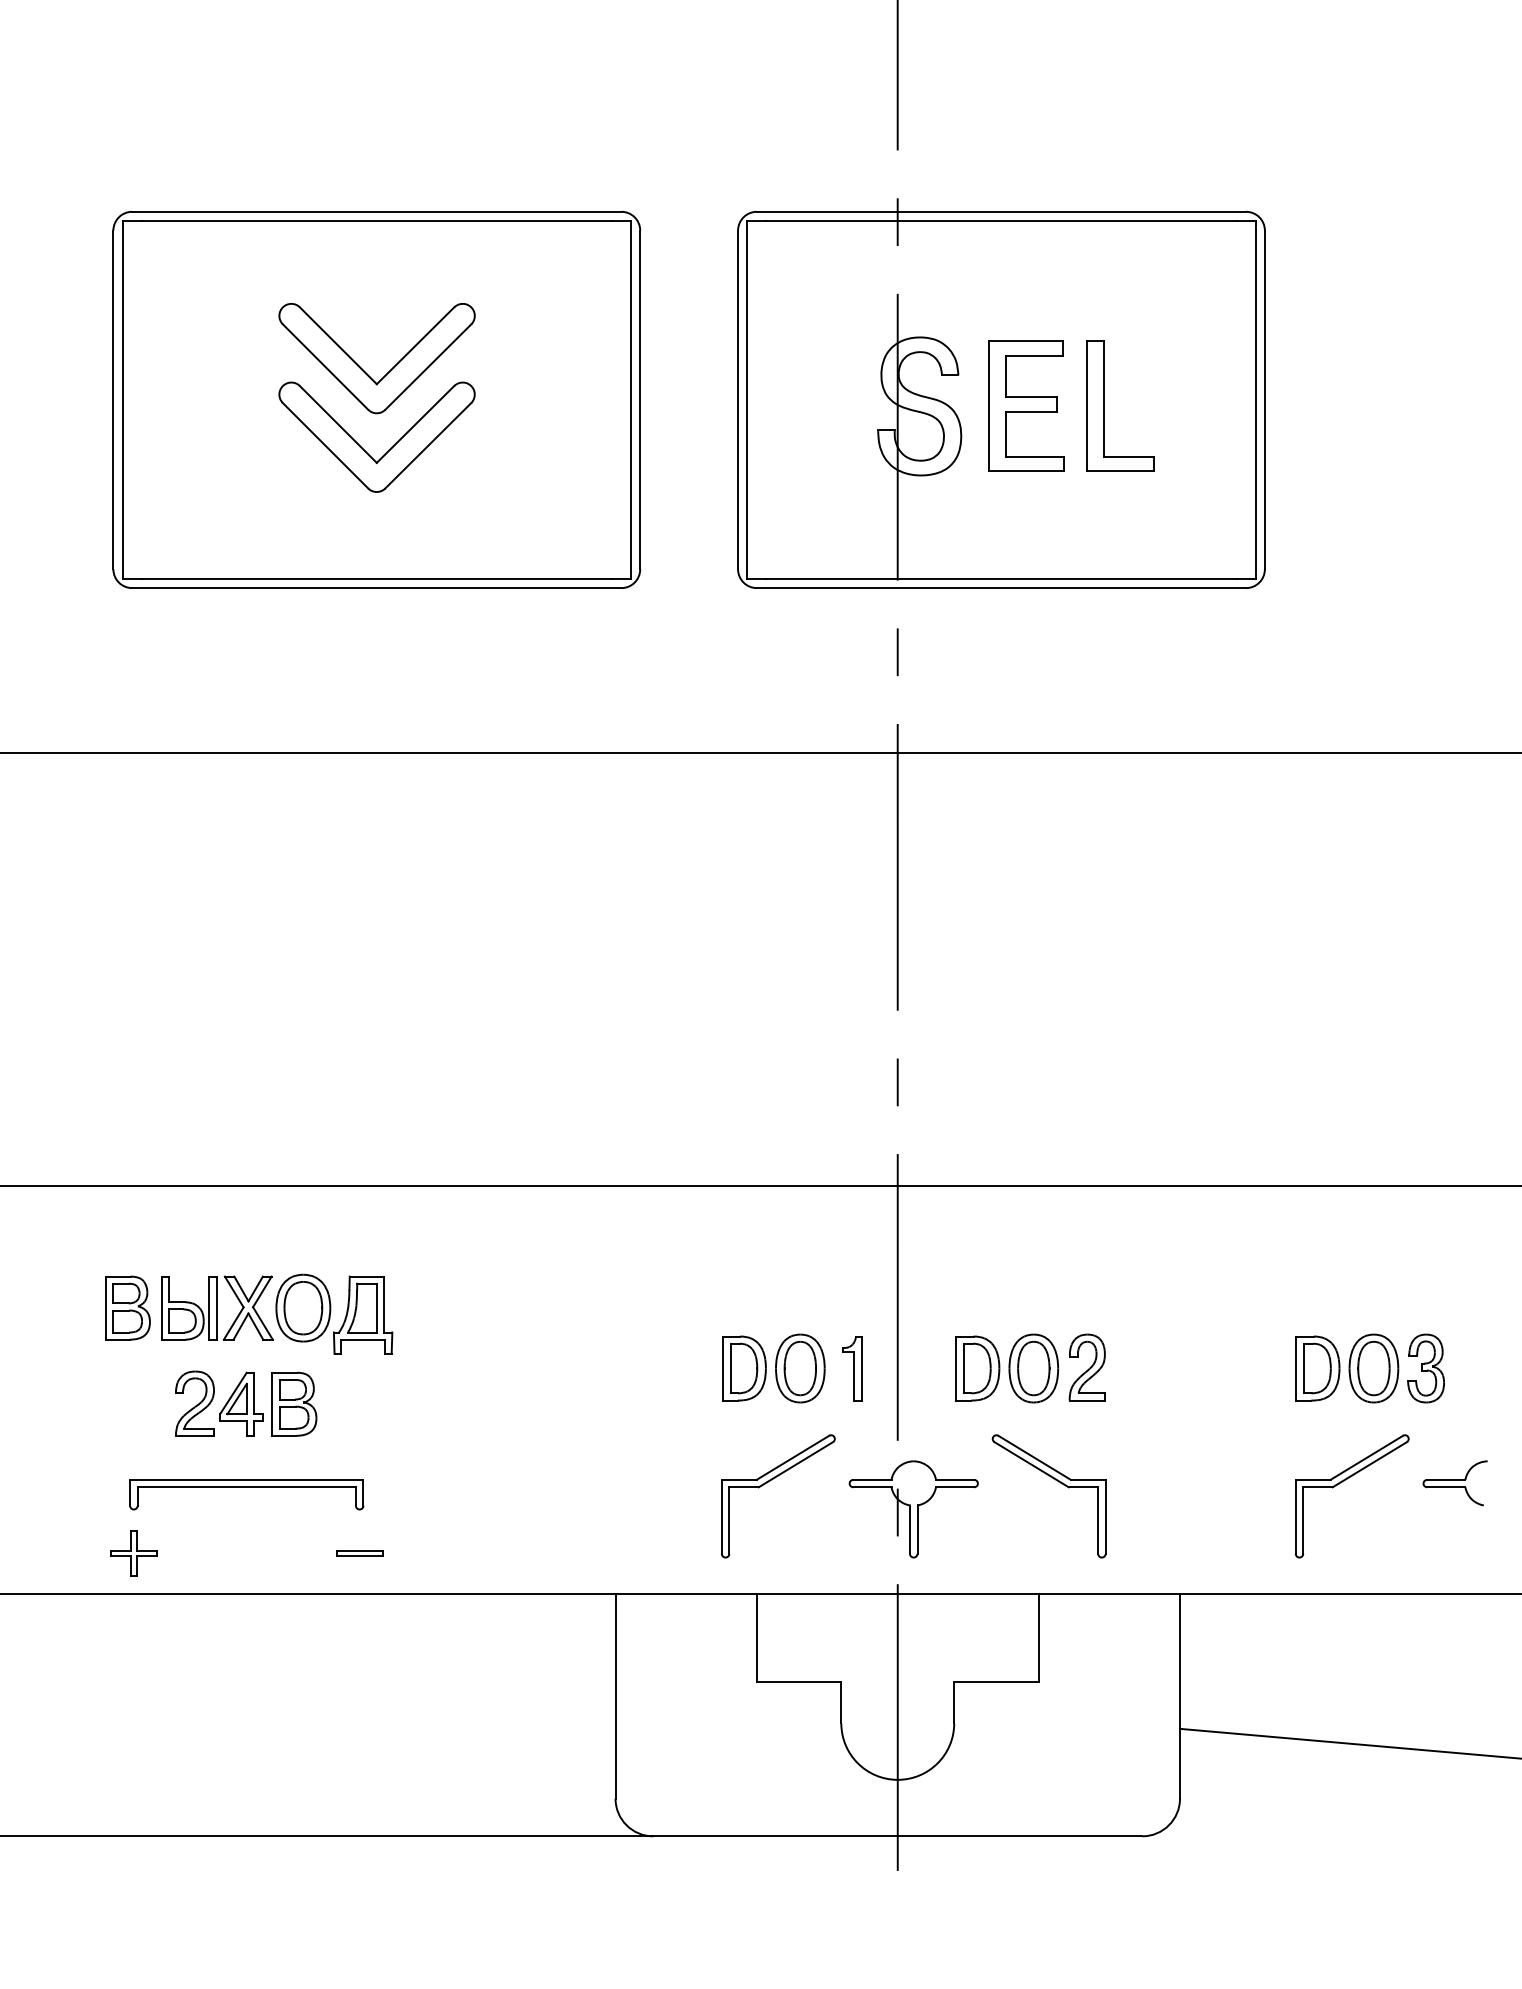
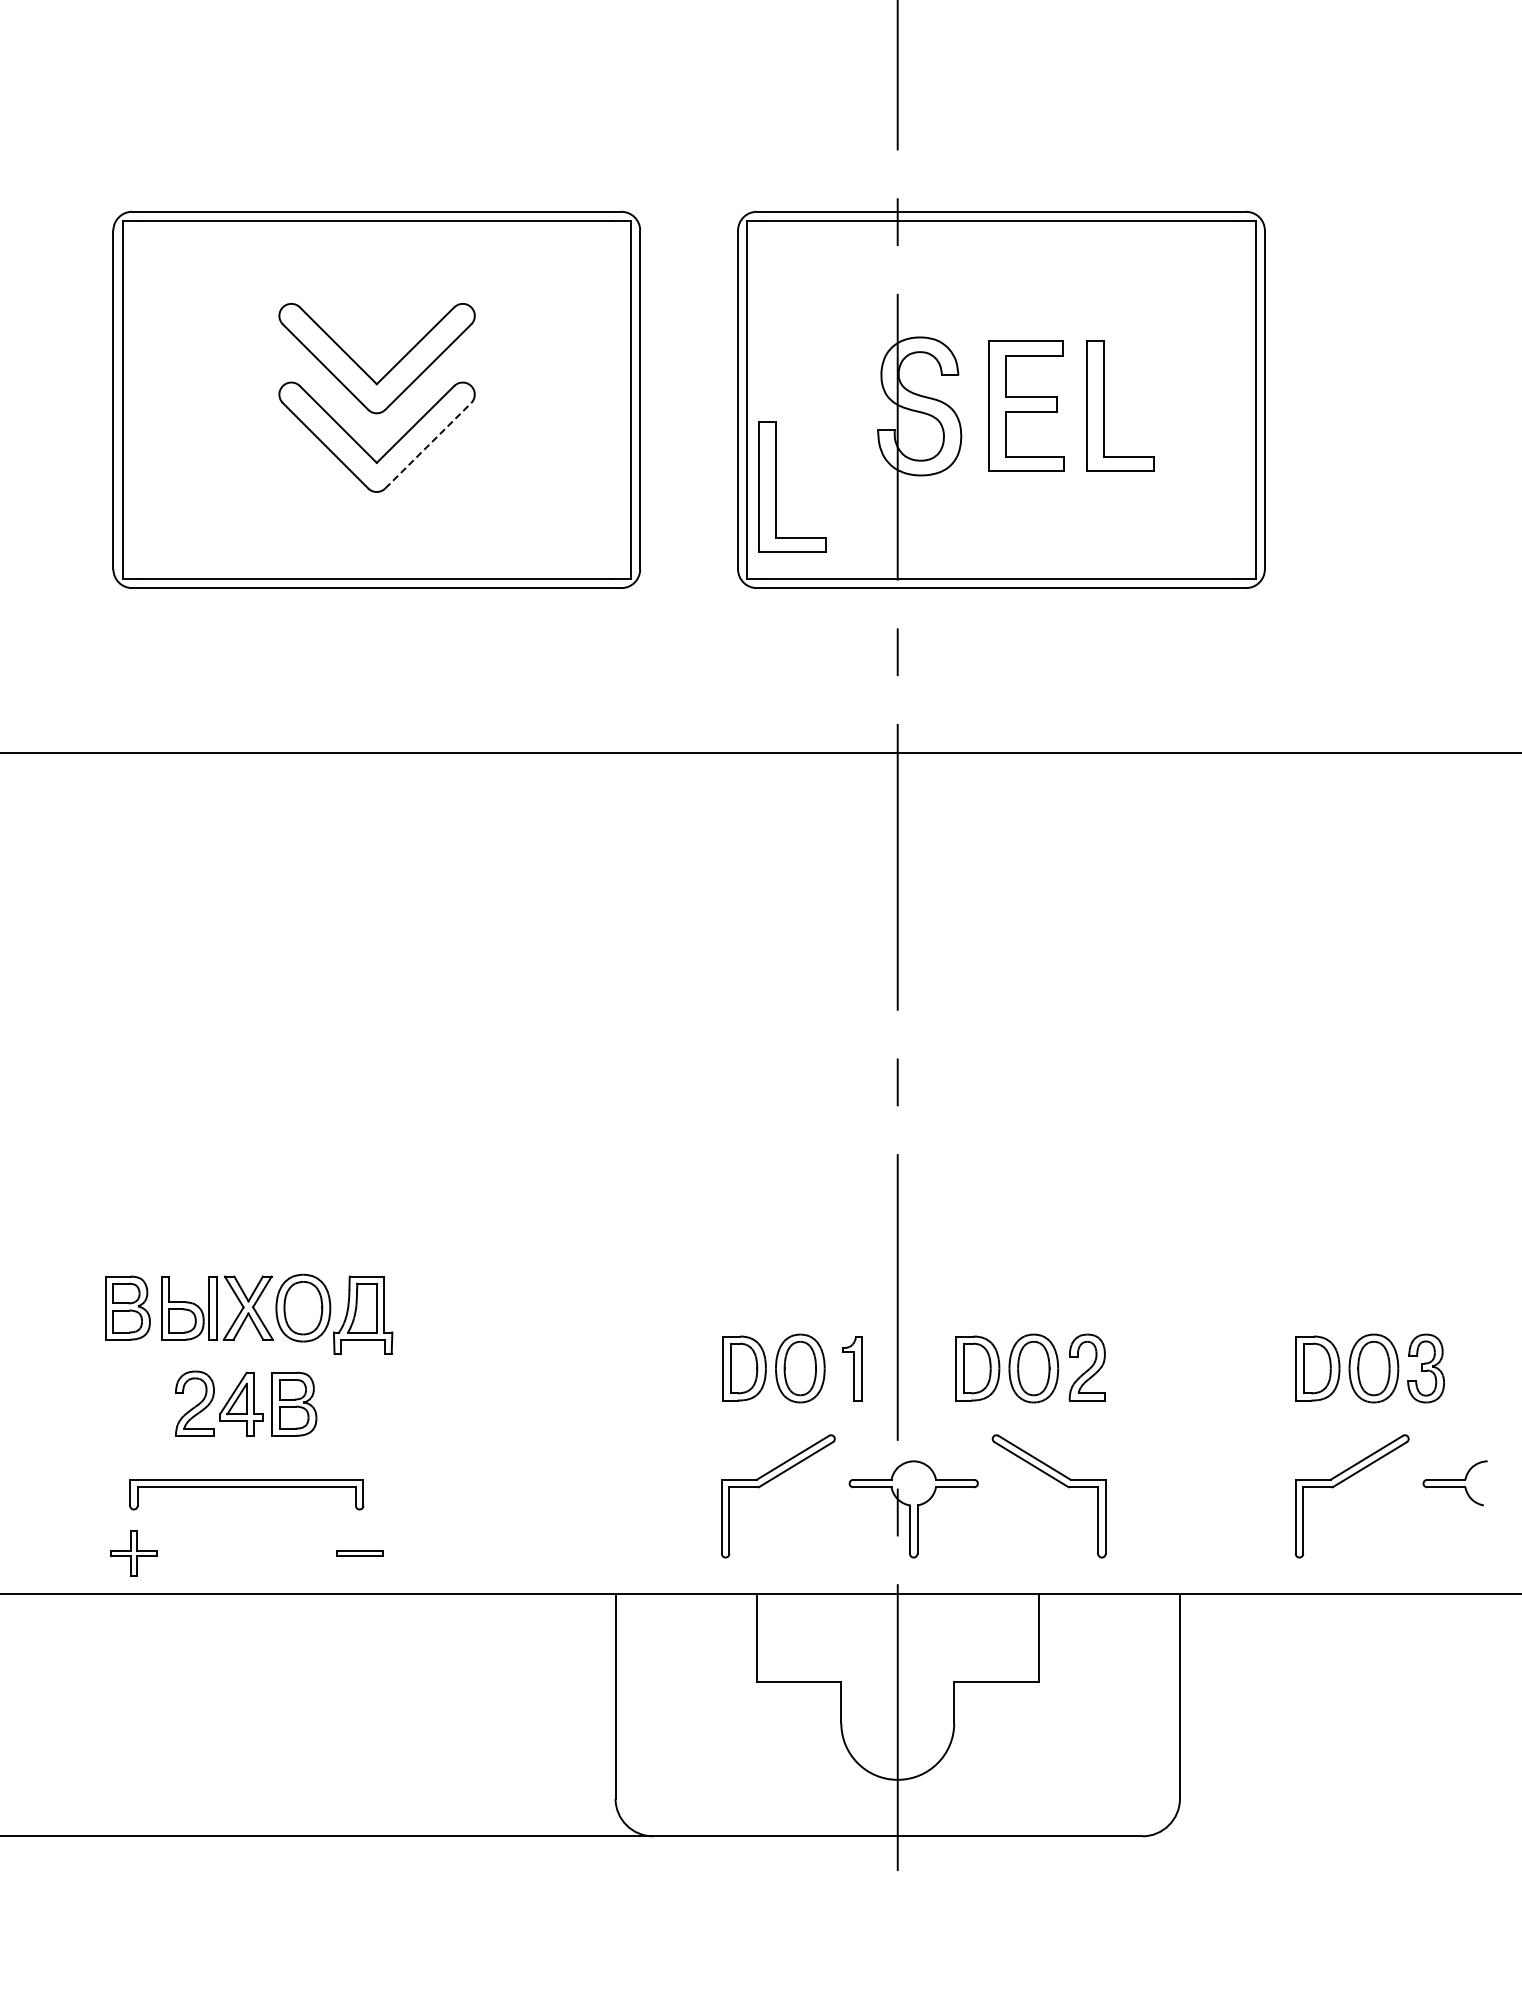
line at (428, 445): solid -> dashed
part at (776, 486): none -> present
line at (760, 1185): present -> none
line at (1349, 1743): present -> none
